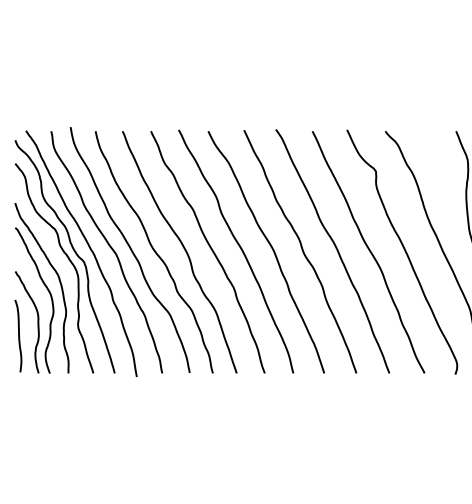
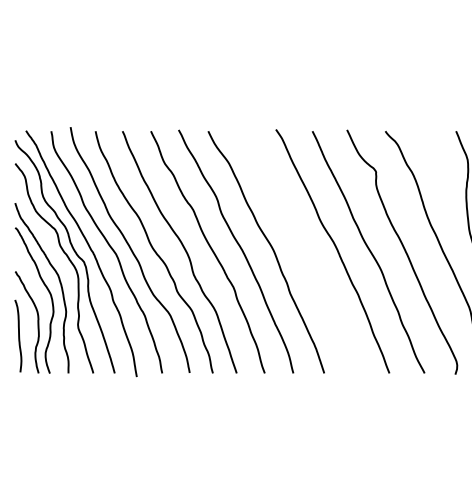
curve at (301, 250): present -> none
